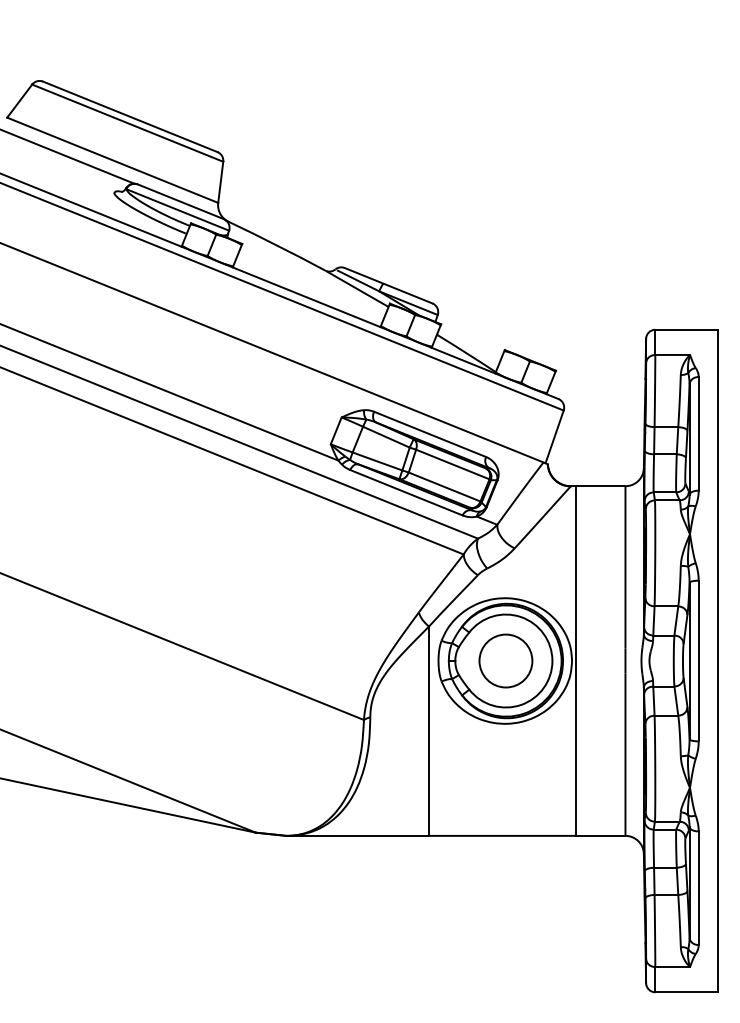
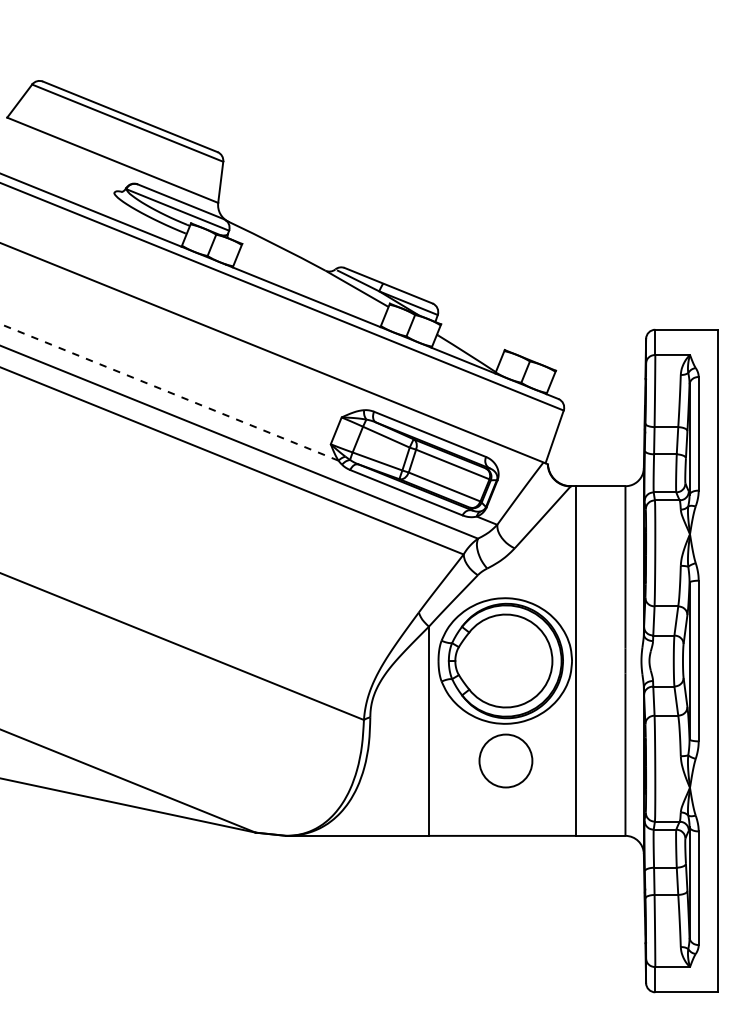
line at (68, 156): present -> none
line at (169, 392): solid -> dashed
circle at (505, 660) position: (505, 660) -> (505, 760)
